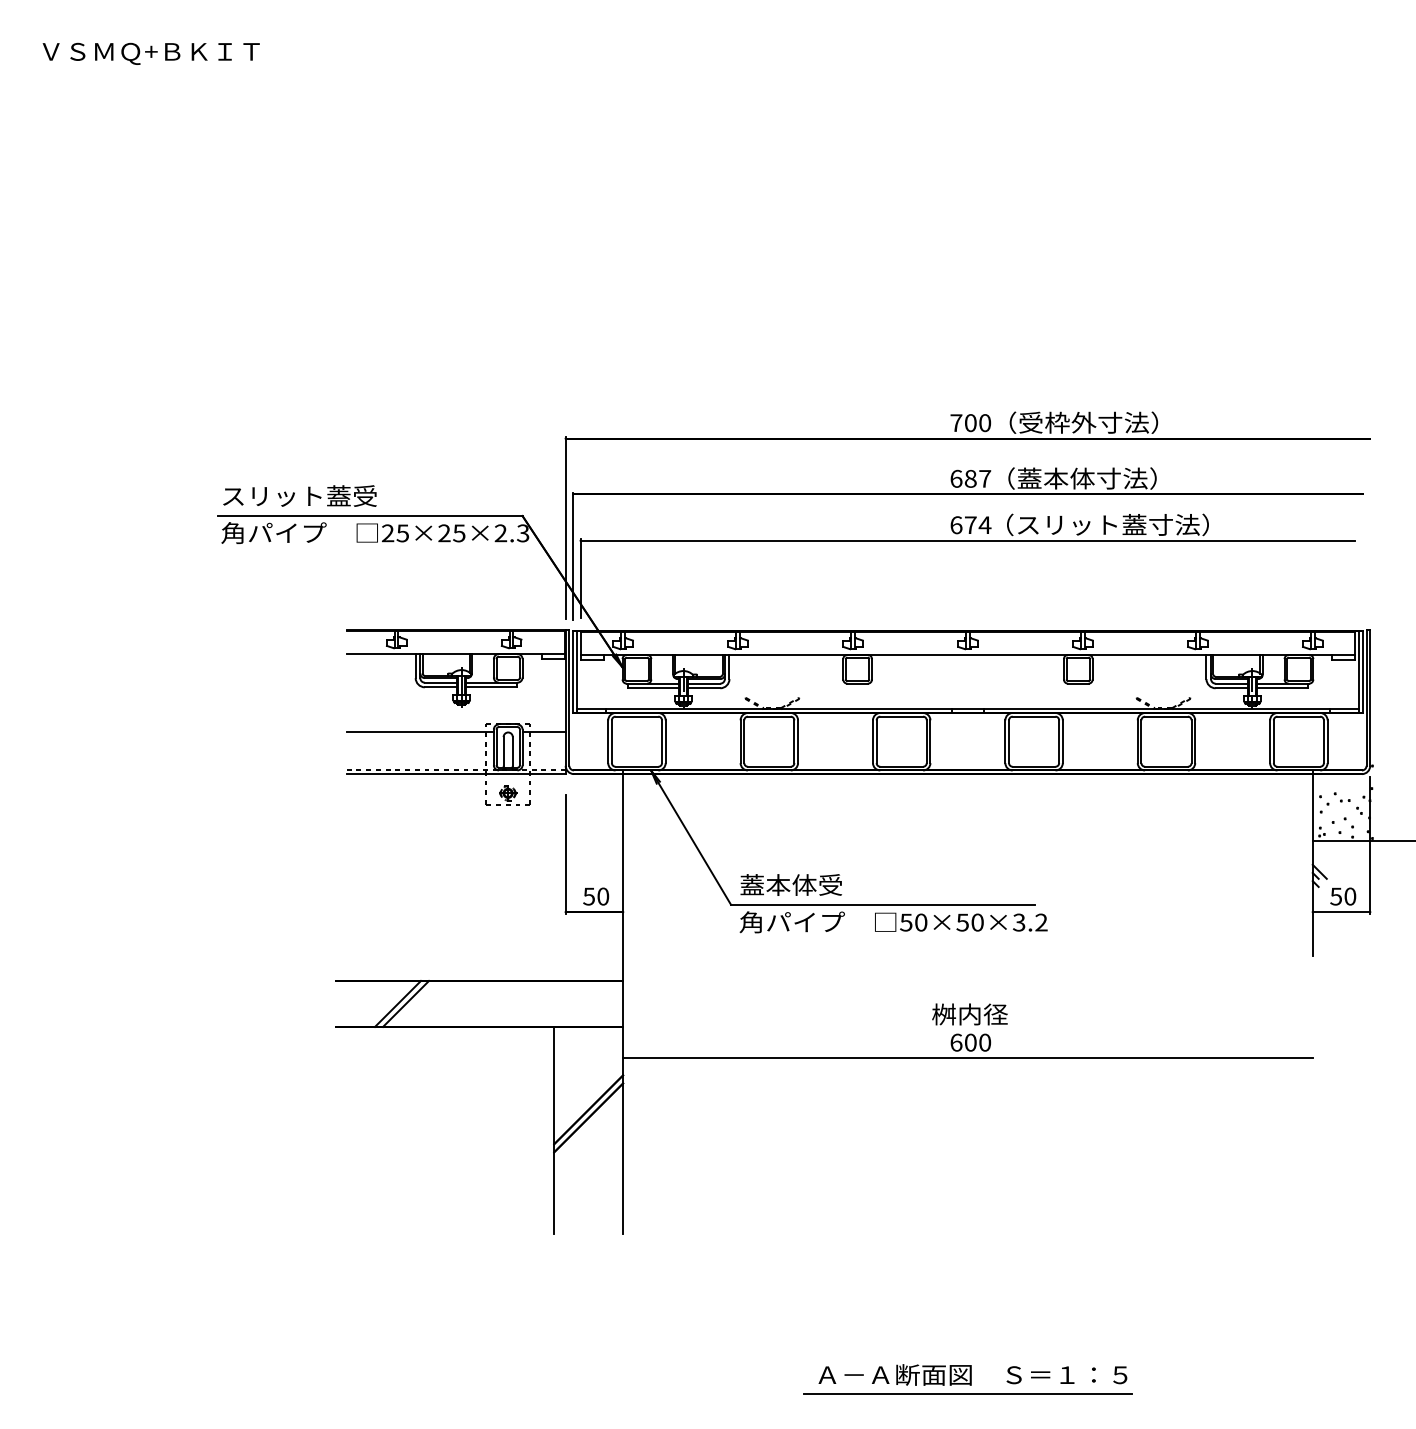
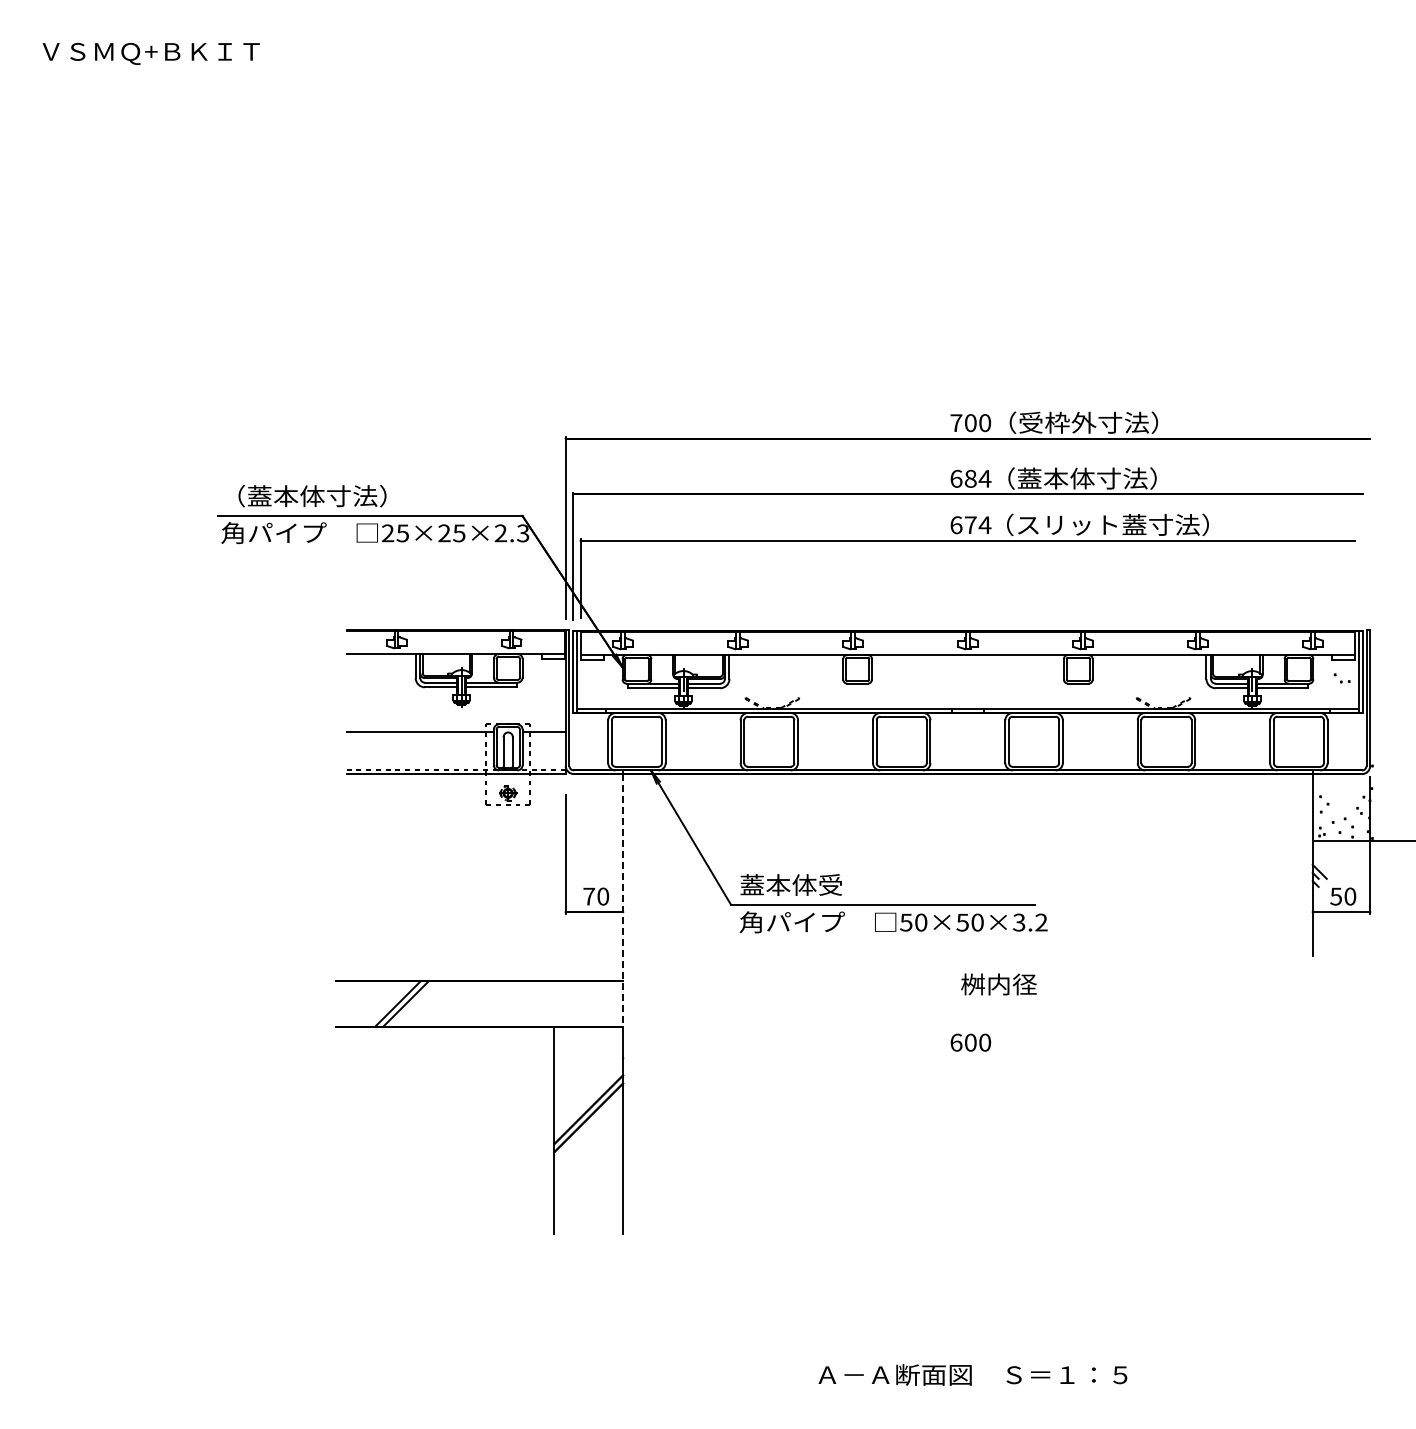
text at (984, 478): 687 -> 684
text at (304, 496): スリット蓋受 -> （蓋本体寸法）
part at (1341, 797) position: (1341, 797) -> (1341, 678)
text at (589, 896): 50 -> 70
line at (623, 901): solid -> dashed
text at (969, 1014) position: (969, 1014) -> (998, 984)
line at (967, 1058): present -> none
line at (967, 1393): present -> none
